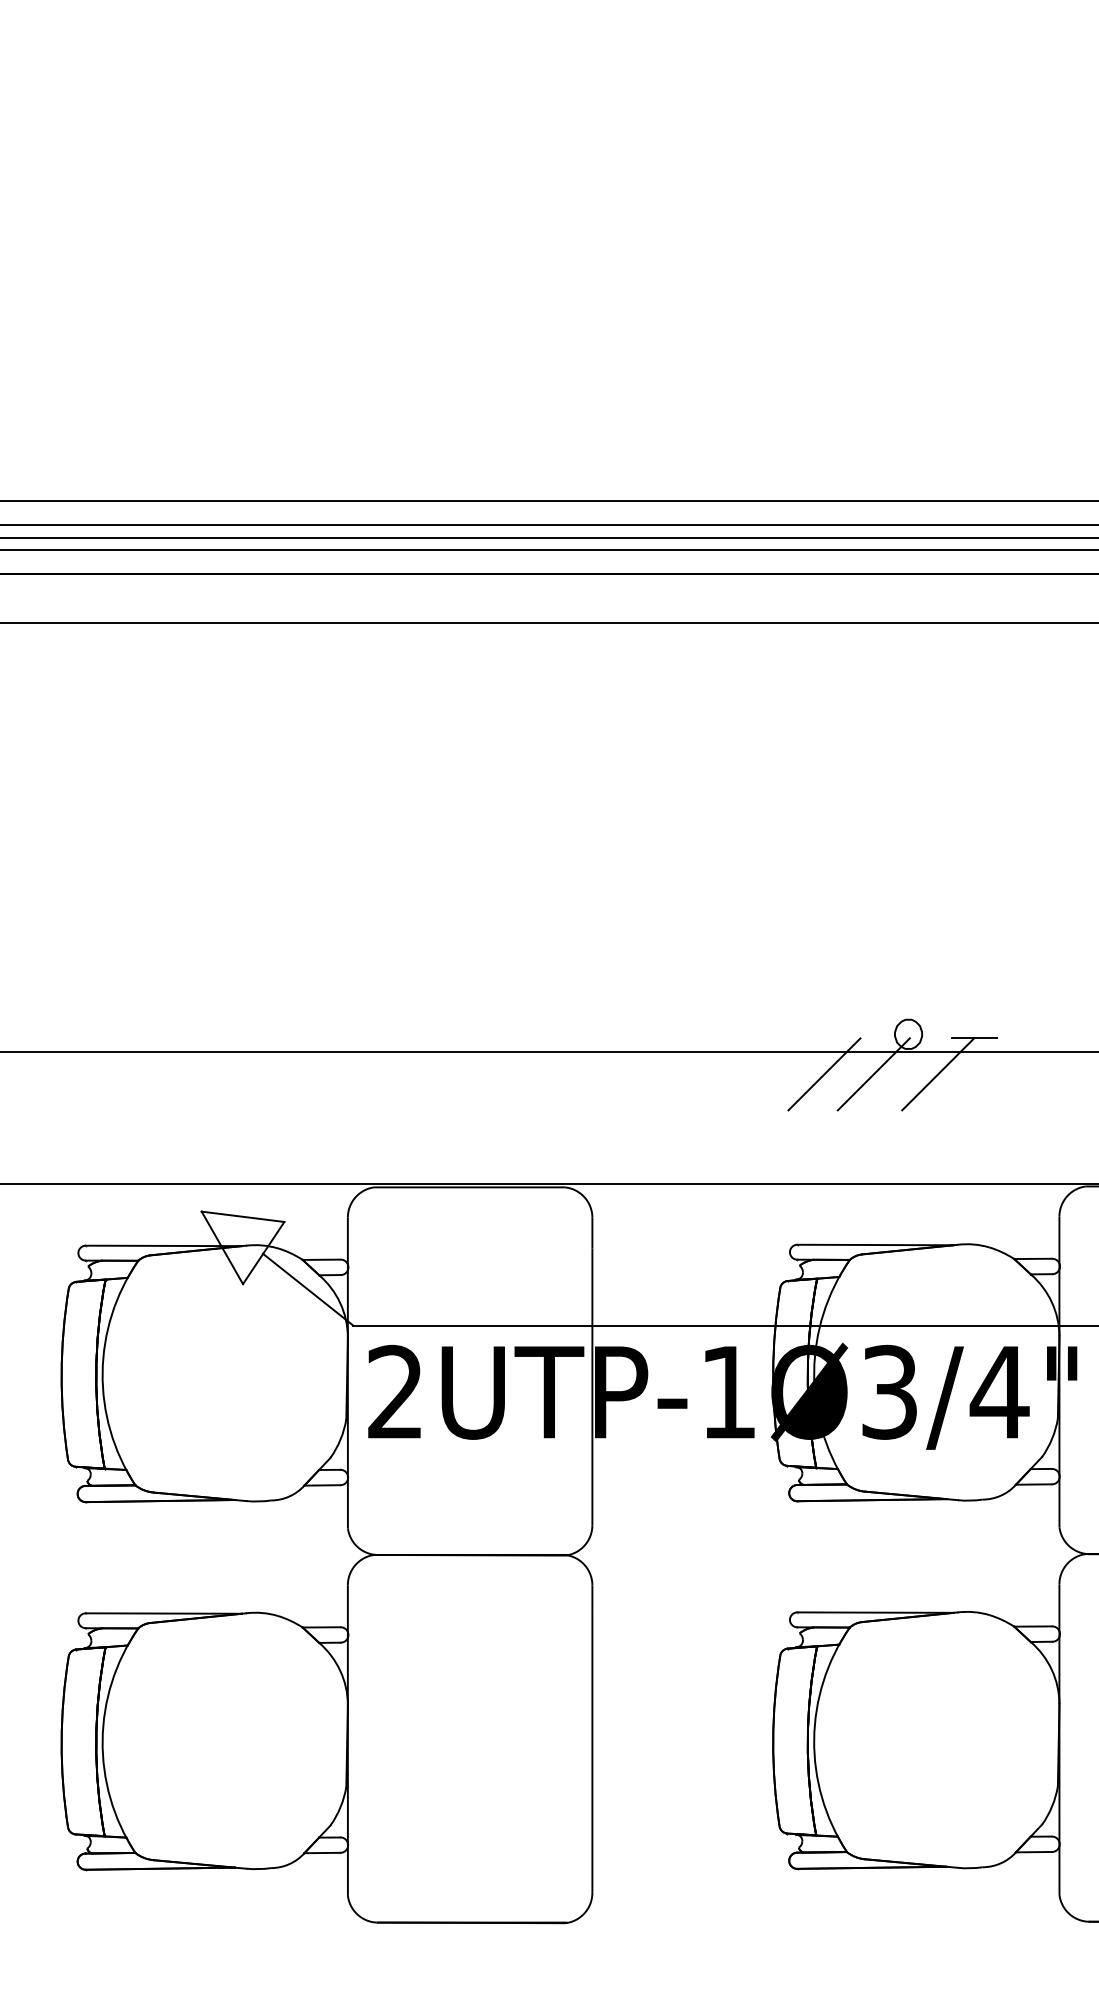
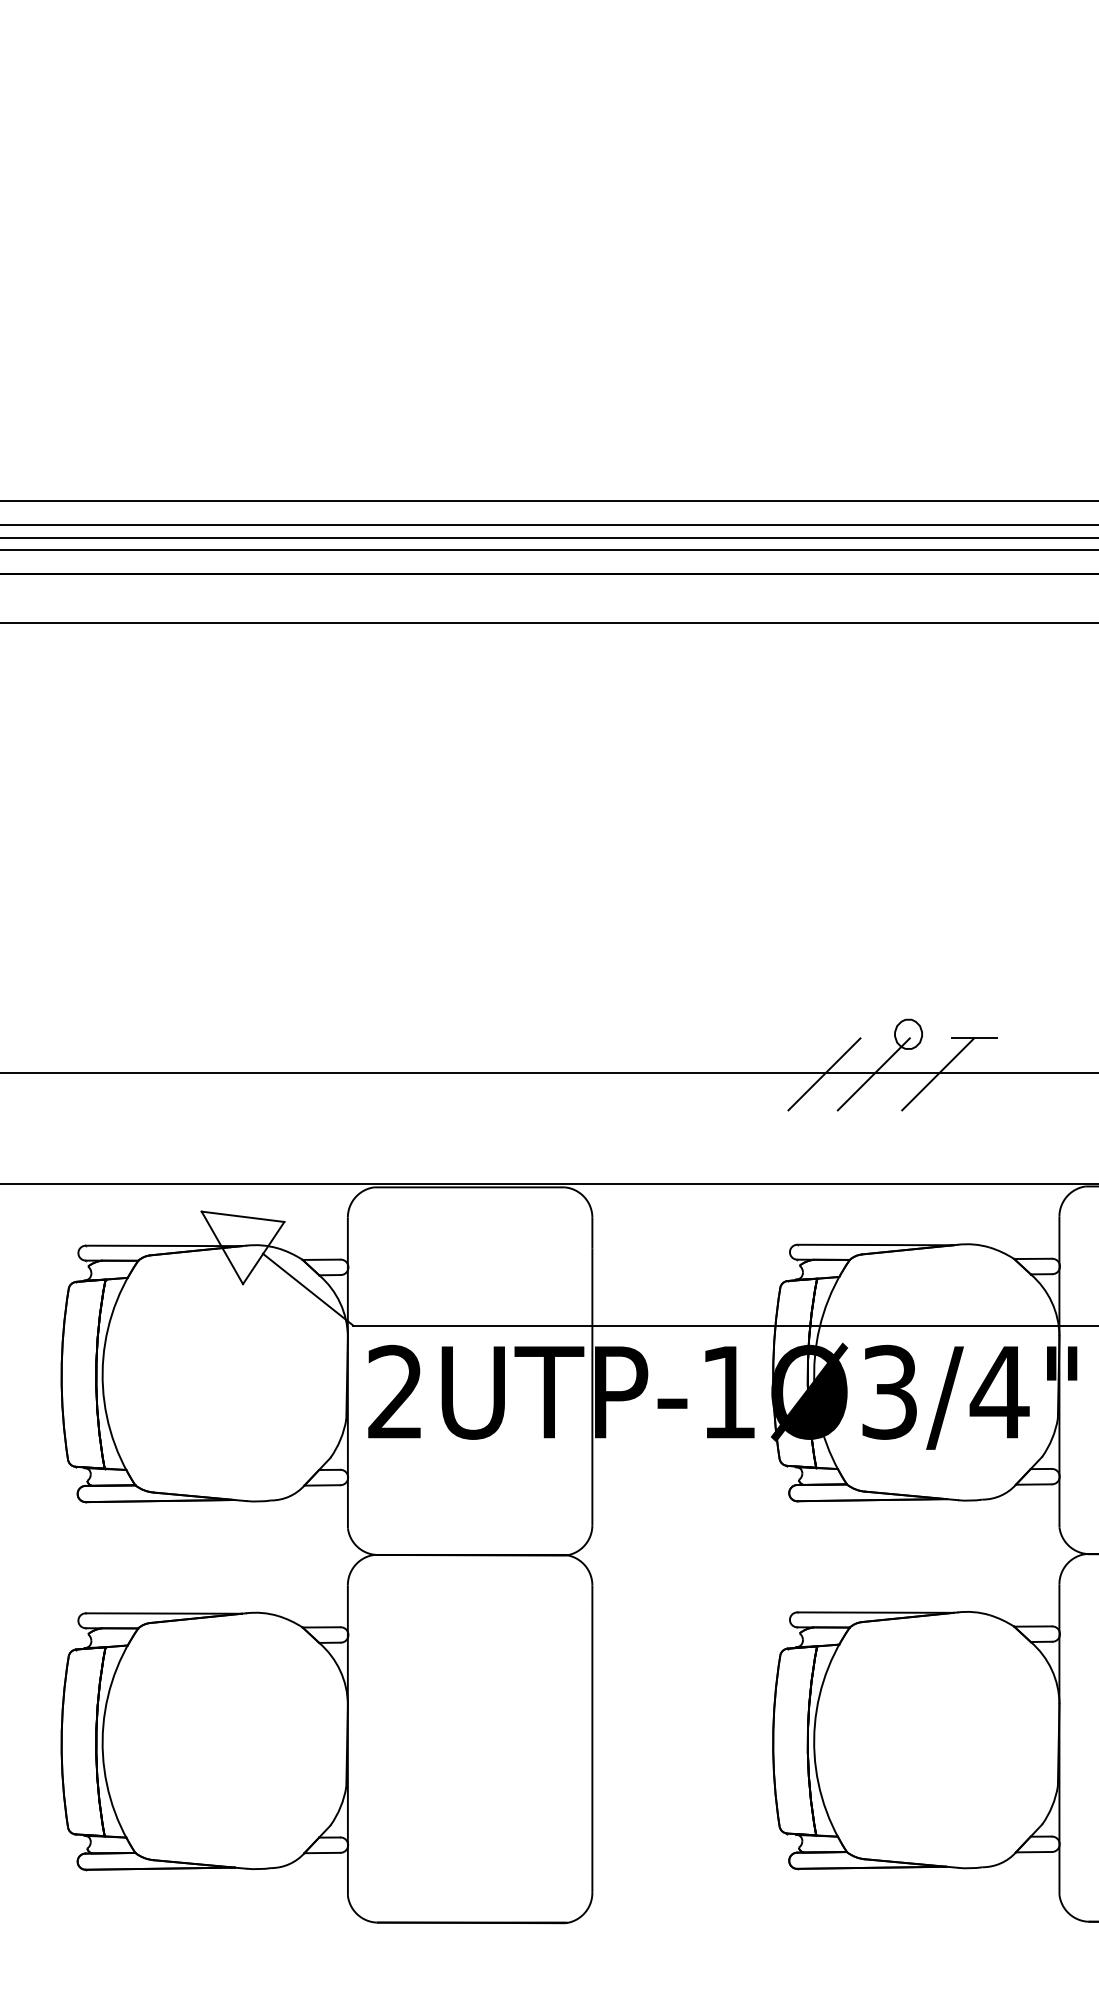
line at (548, 1052) position: (548, 1052) -> (548, 1073)
